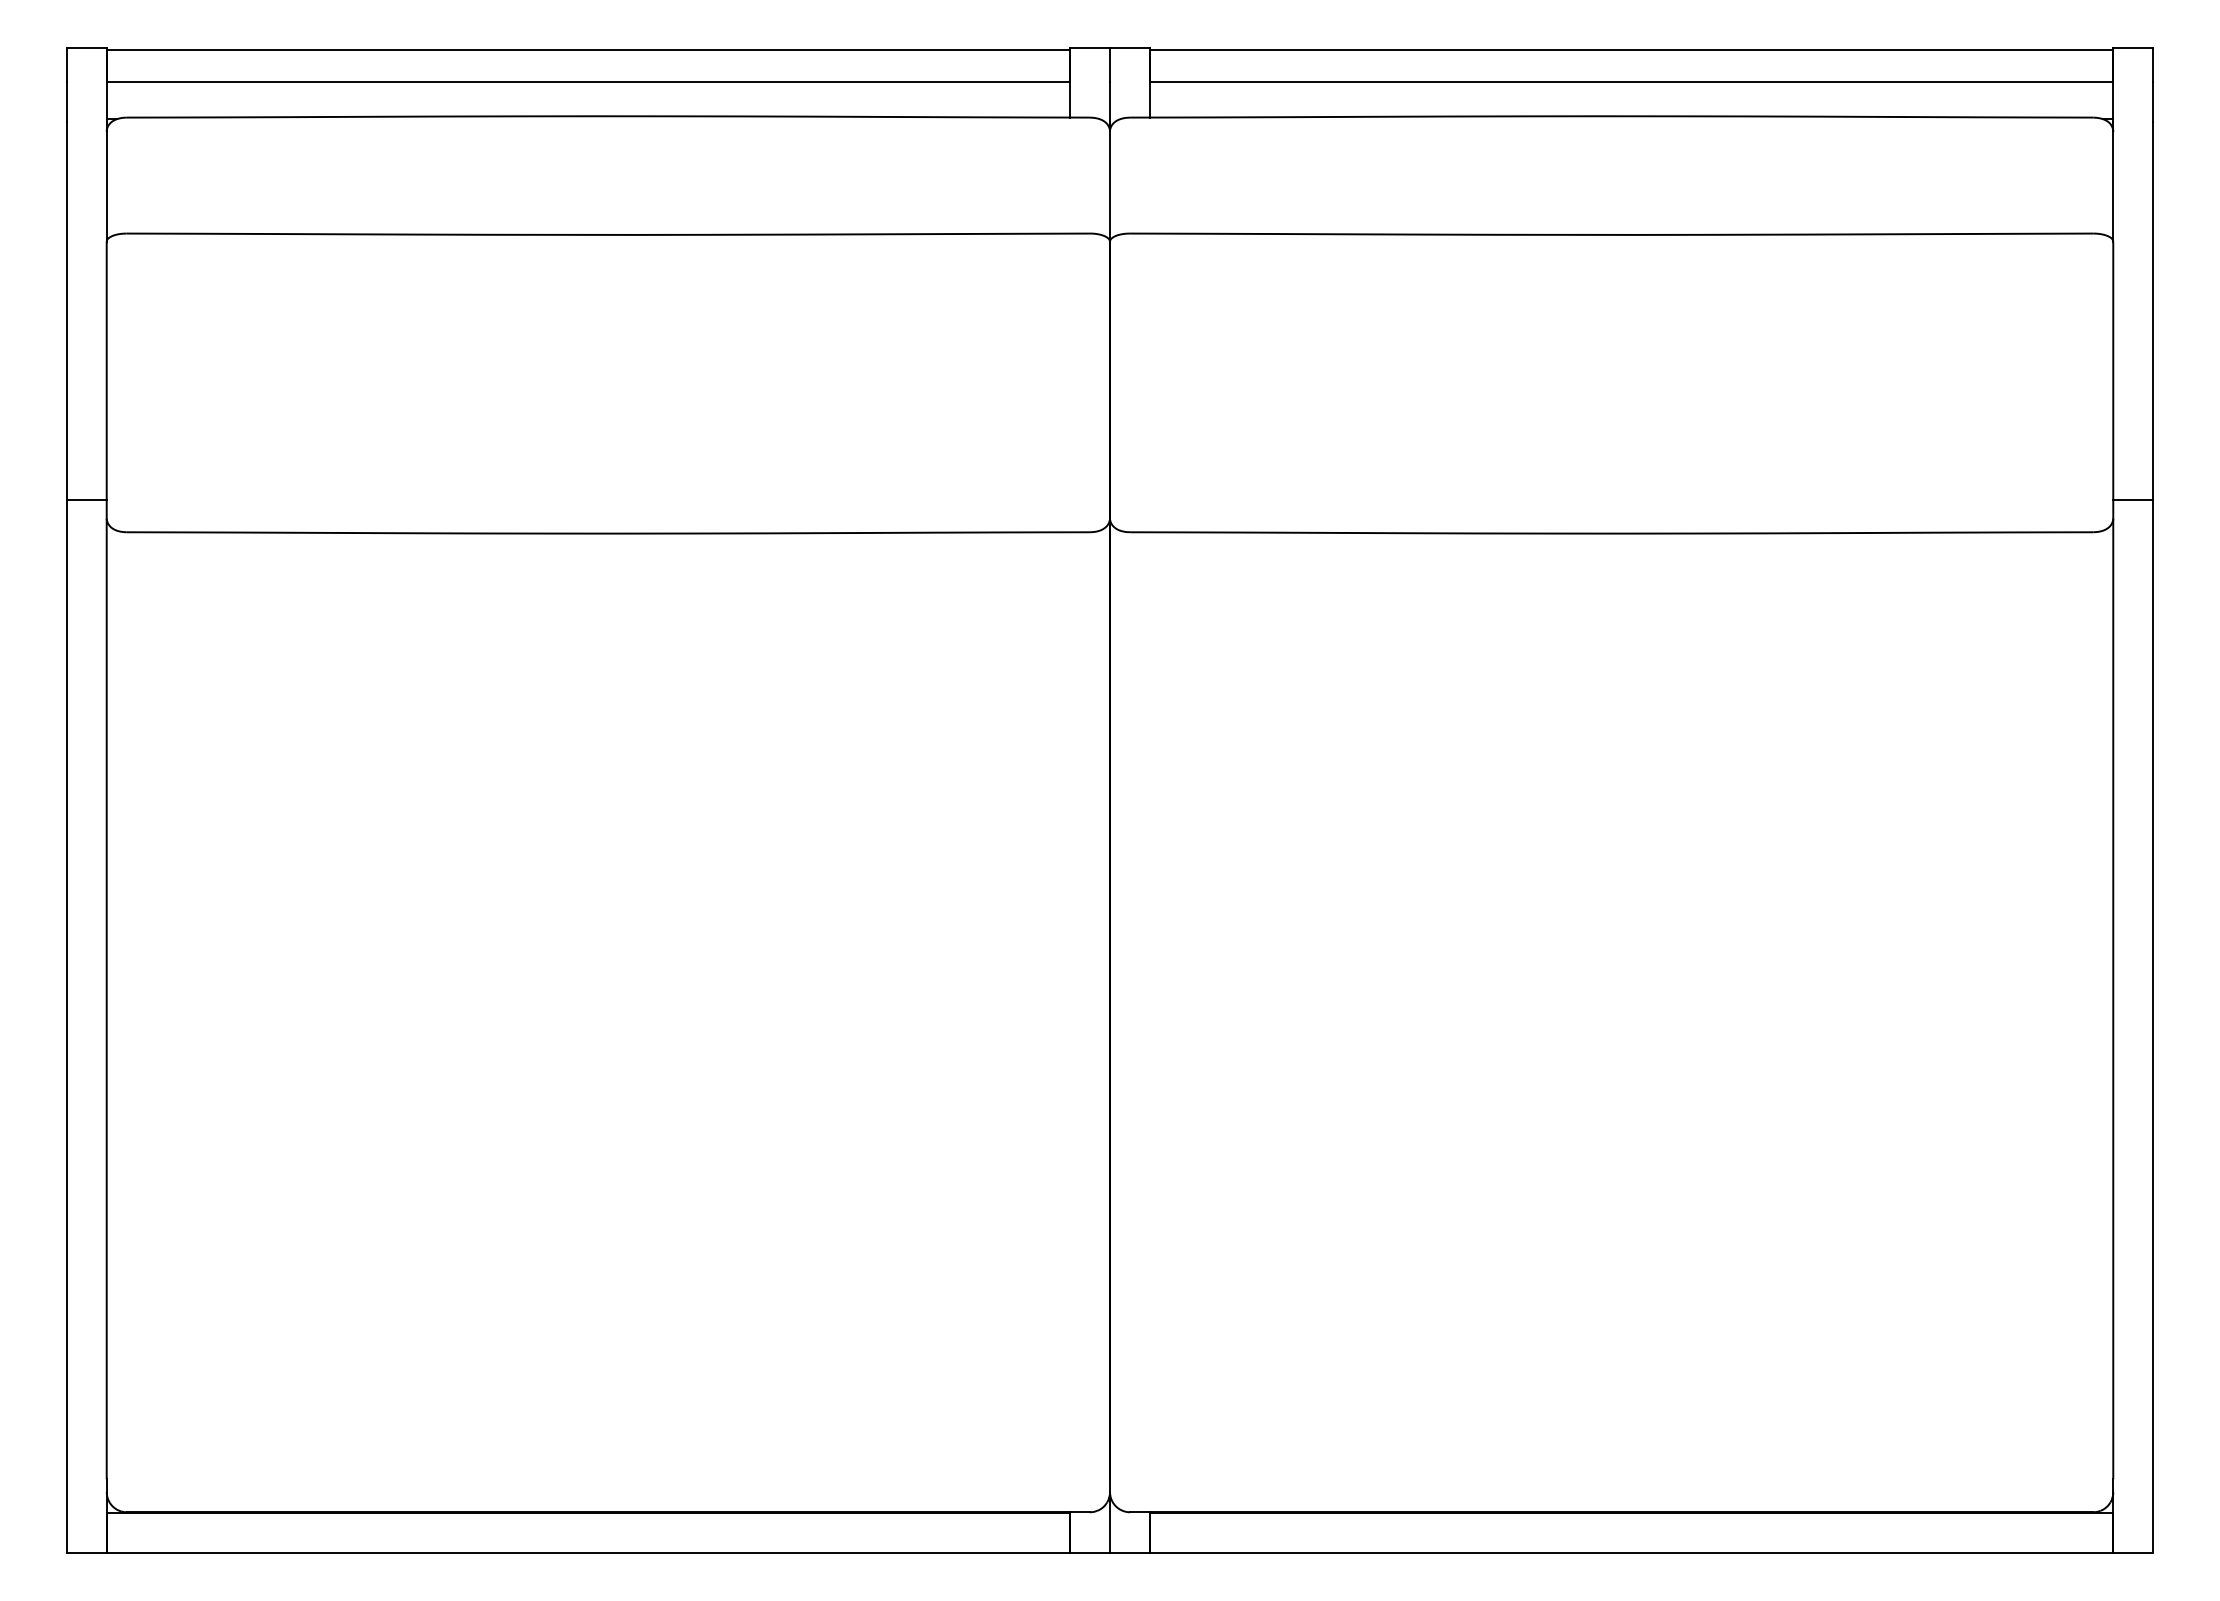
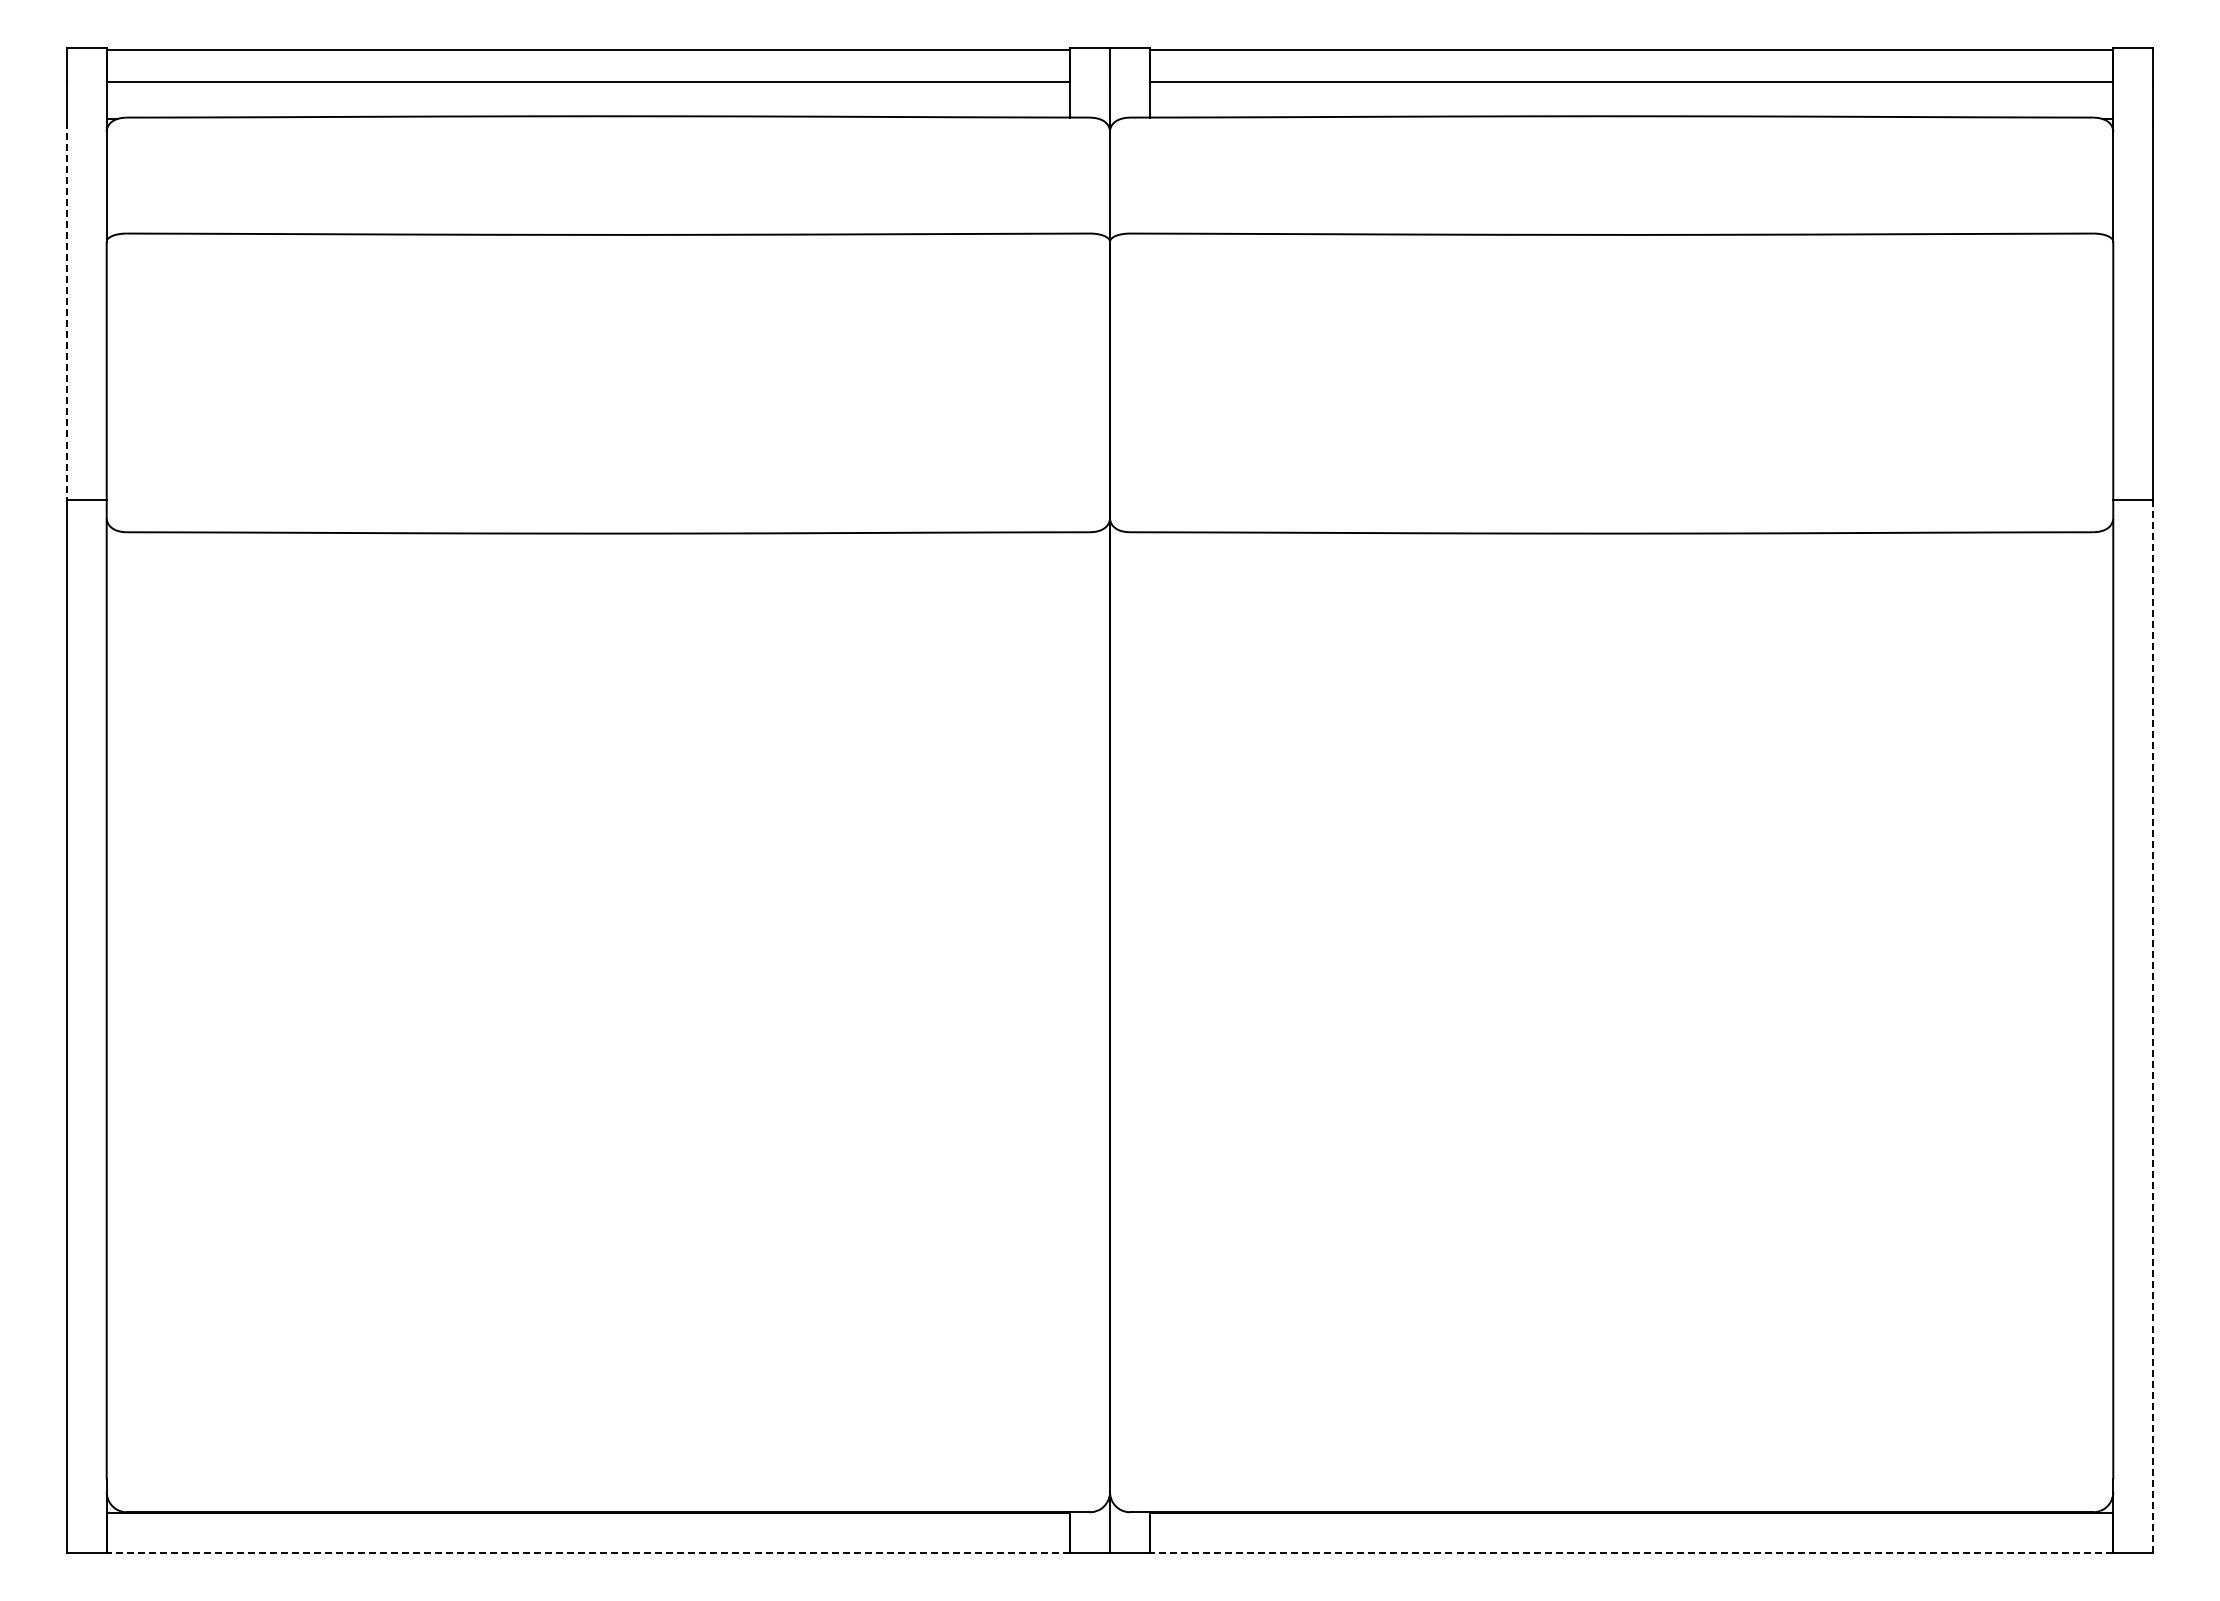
line at (66, 310): solid -> dashed
line at (2153, 1026): solid -> dashed
line at (588, 1552): solid -> dashed
line at (1631, 1552): solid -> dashed
